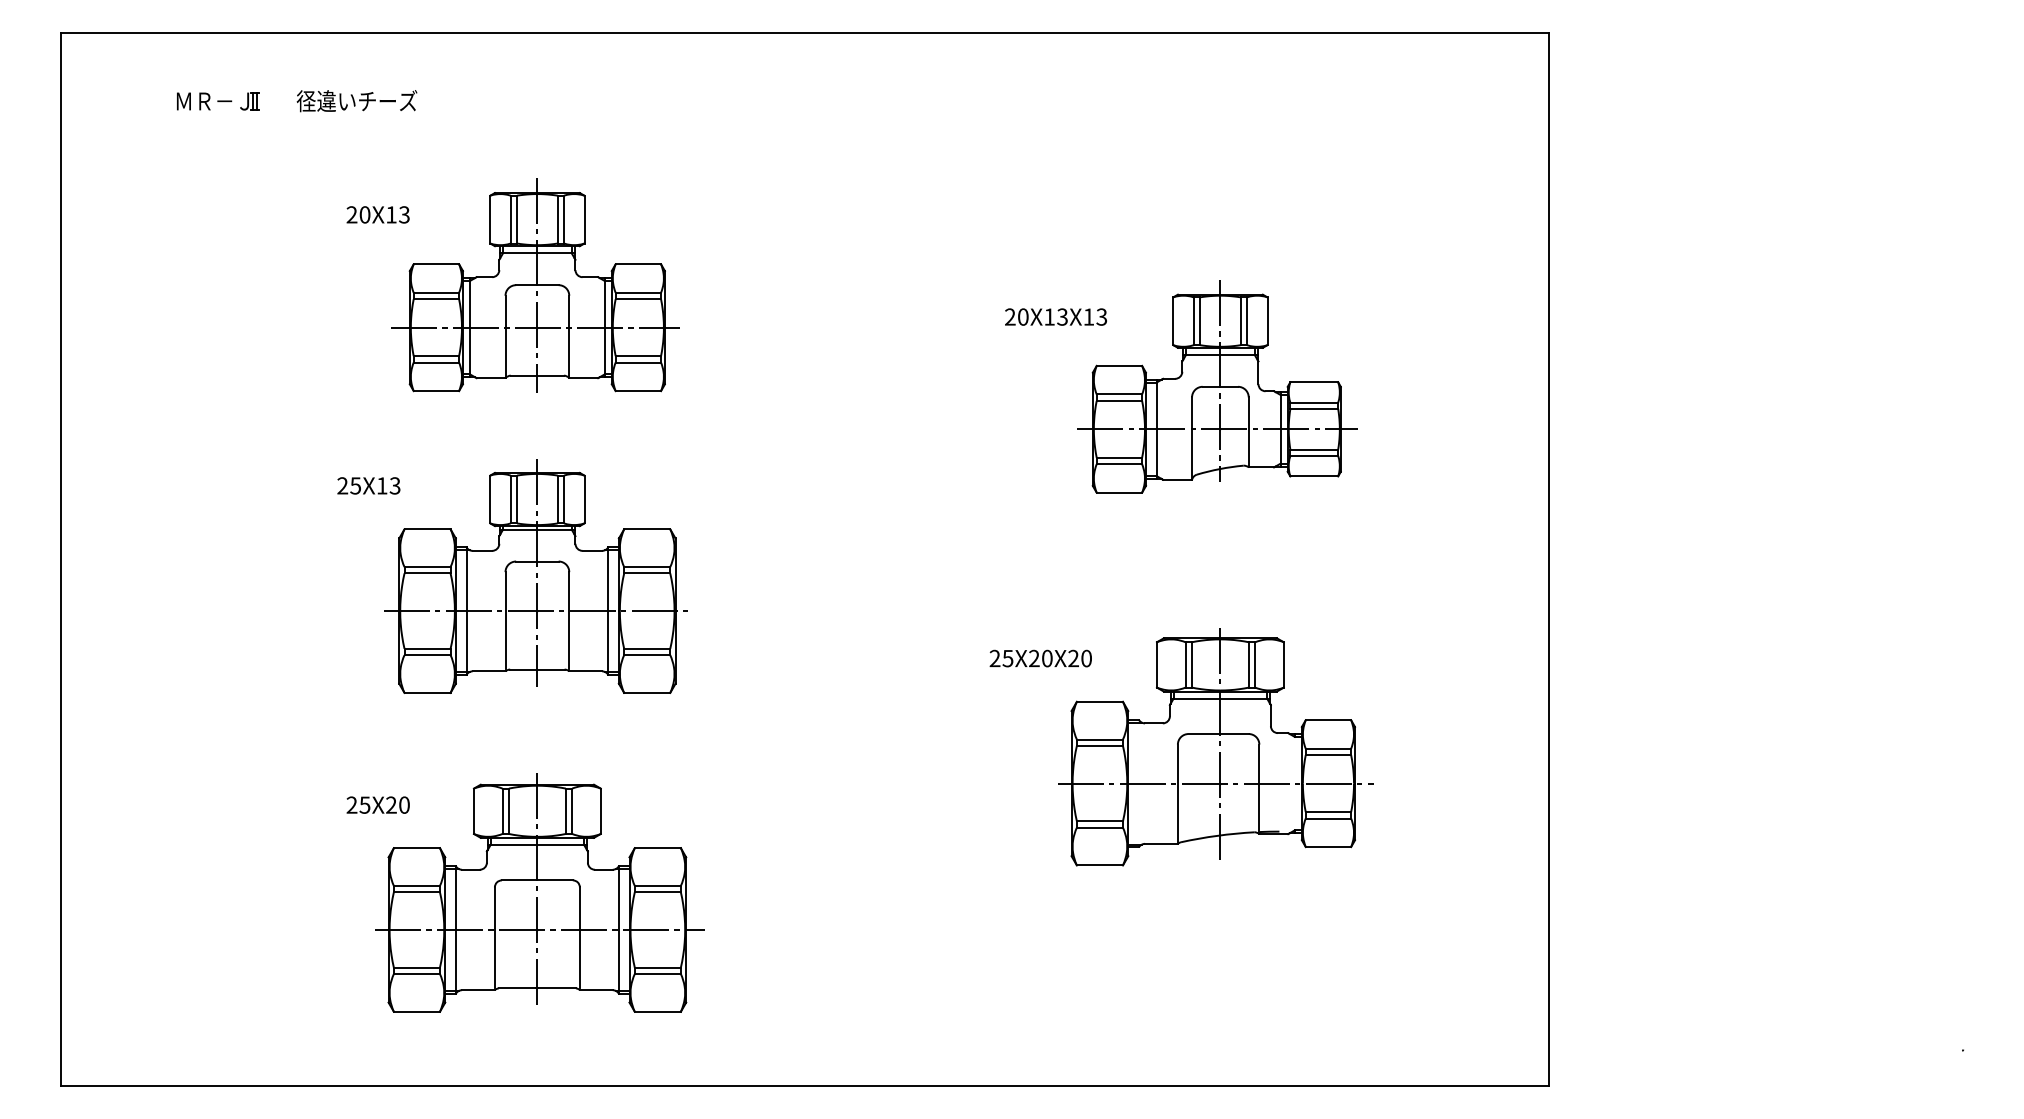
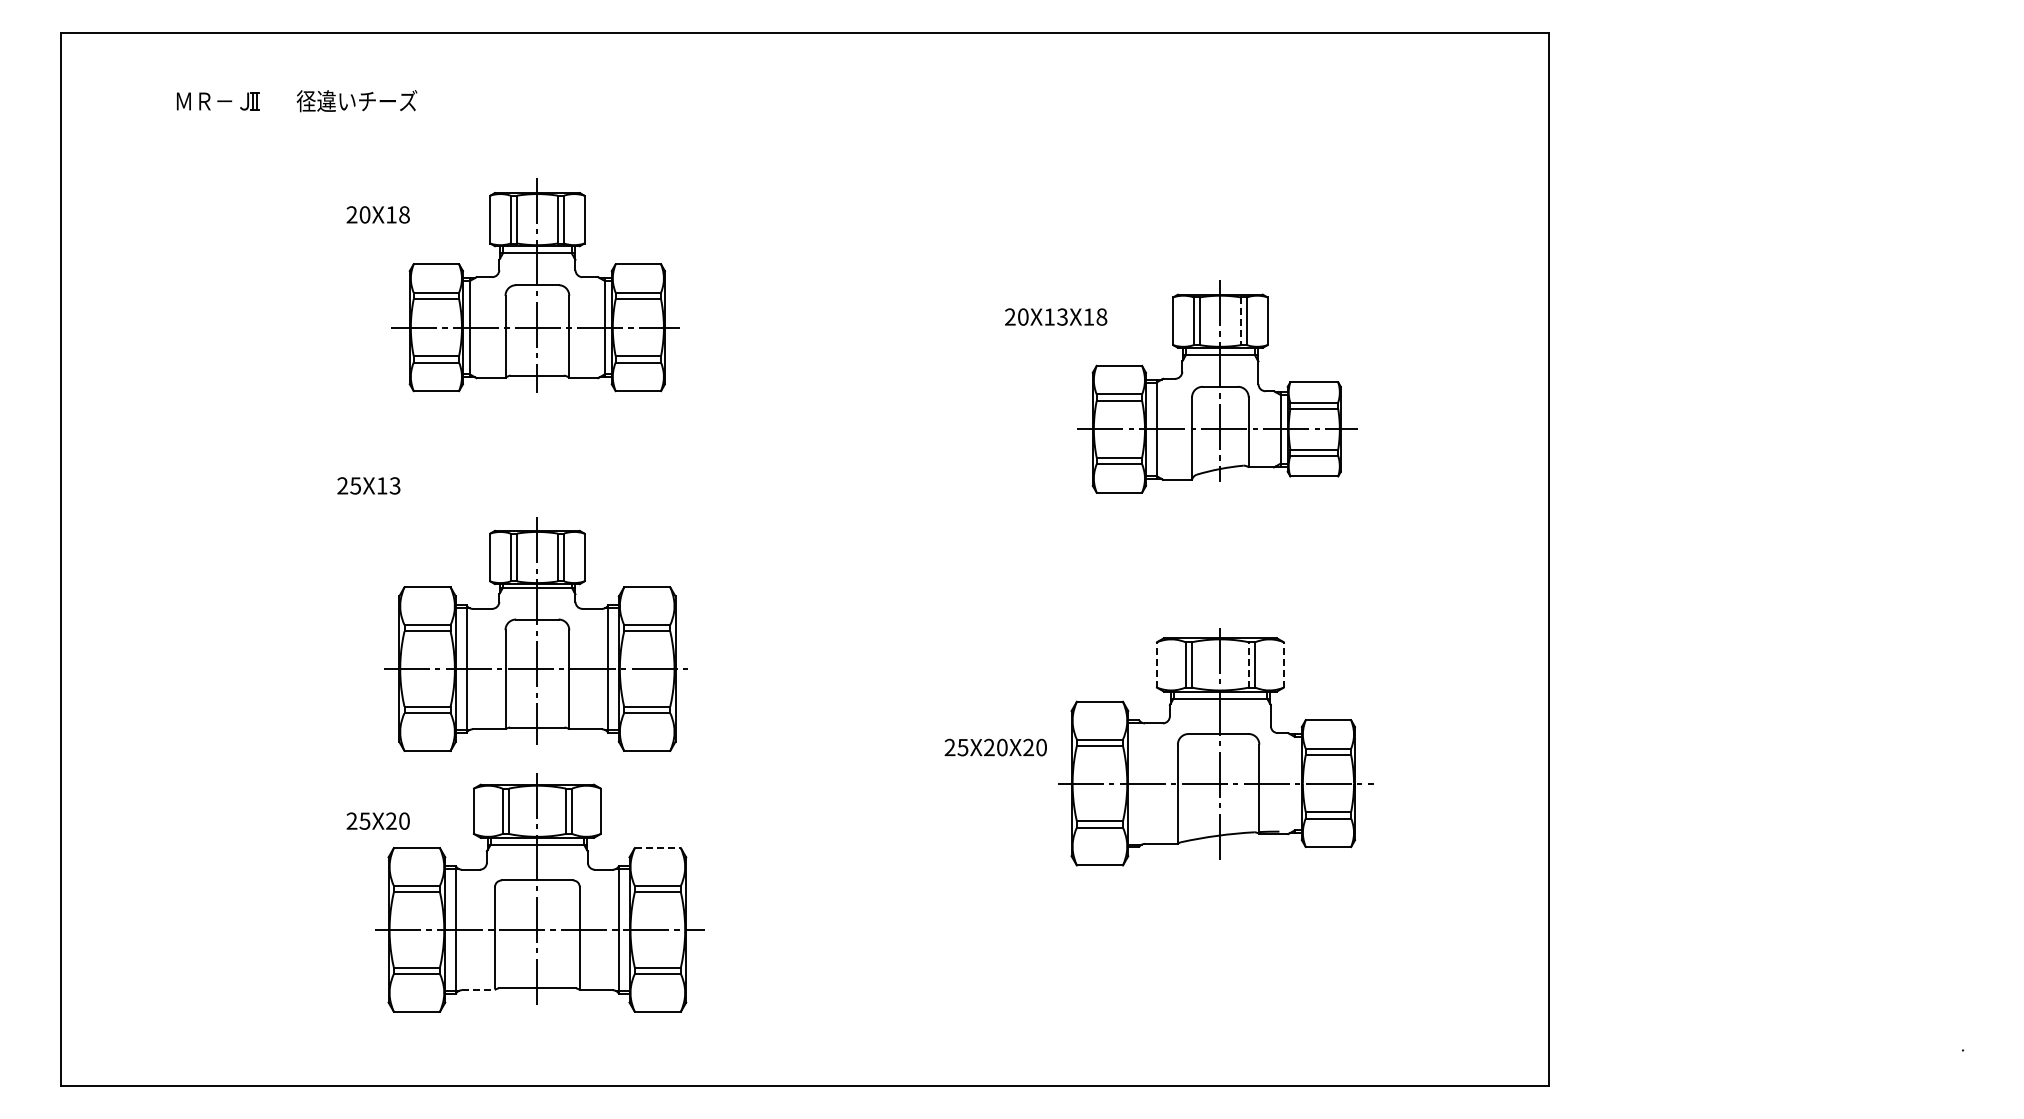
text at (404, 214): 20X13 -> 20X18
text at (1101, 316): 20X13X13 -> 20X13X18
line at (1240, 321): solid -> dashed
part at (535, 576) position: (535, 576) -> (535, 634)
text at (1040, 658) position: (1040, 658) -> (995, 747)
line at (1156, 664): solid -> dashed
line at (1248, 664): solid -> dashed
line at (1283, 664): solid -> dashed
text at (377, 804) position: (377, 804) -> (377, 820)
line at (658, 848): solid -> dashed
line at (478, 990): solid -> dashed
